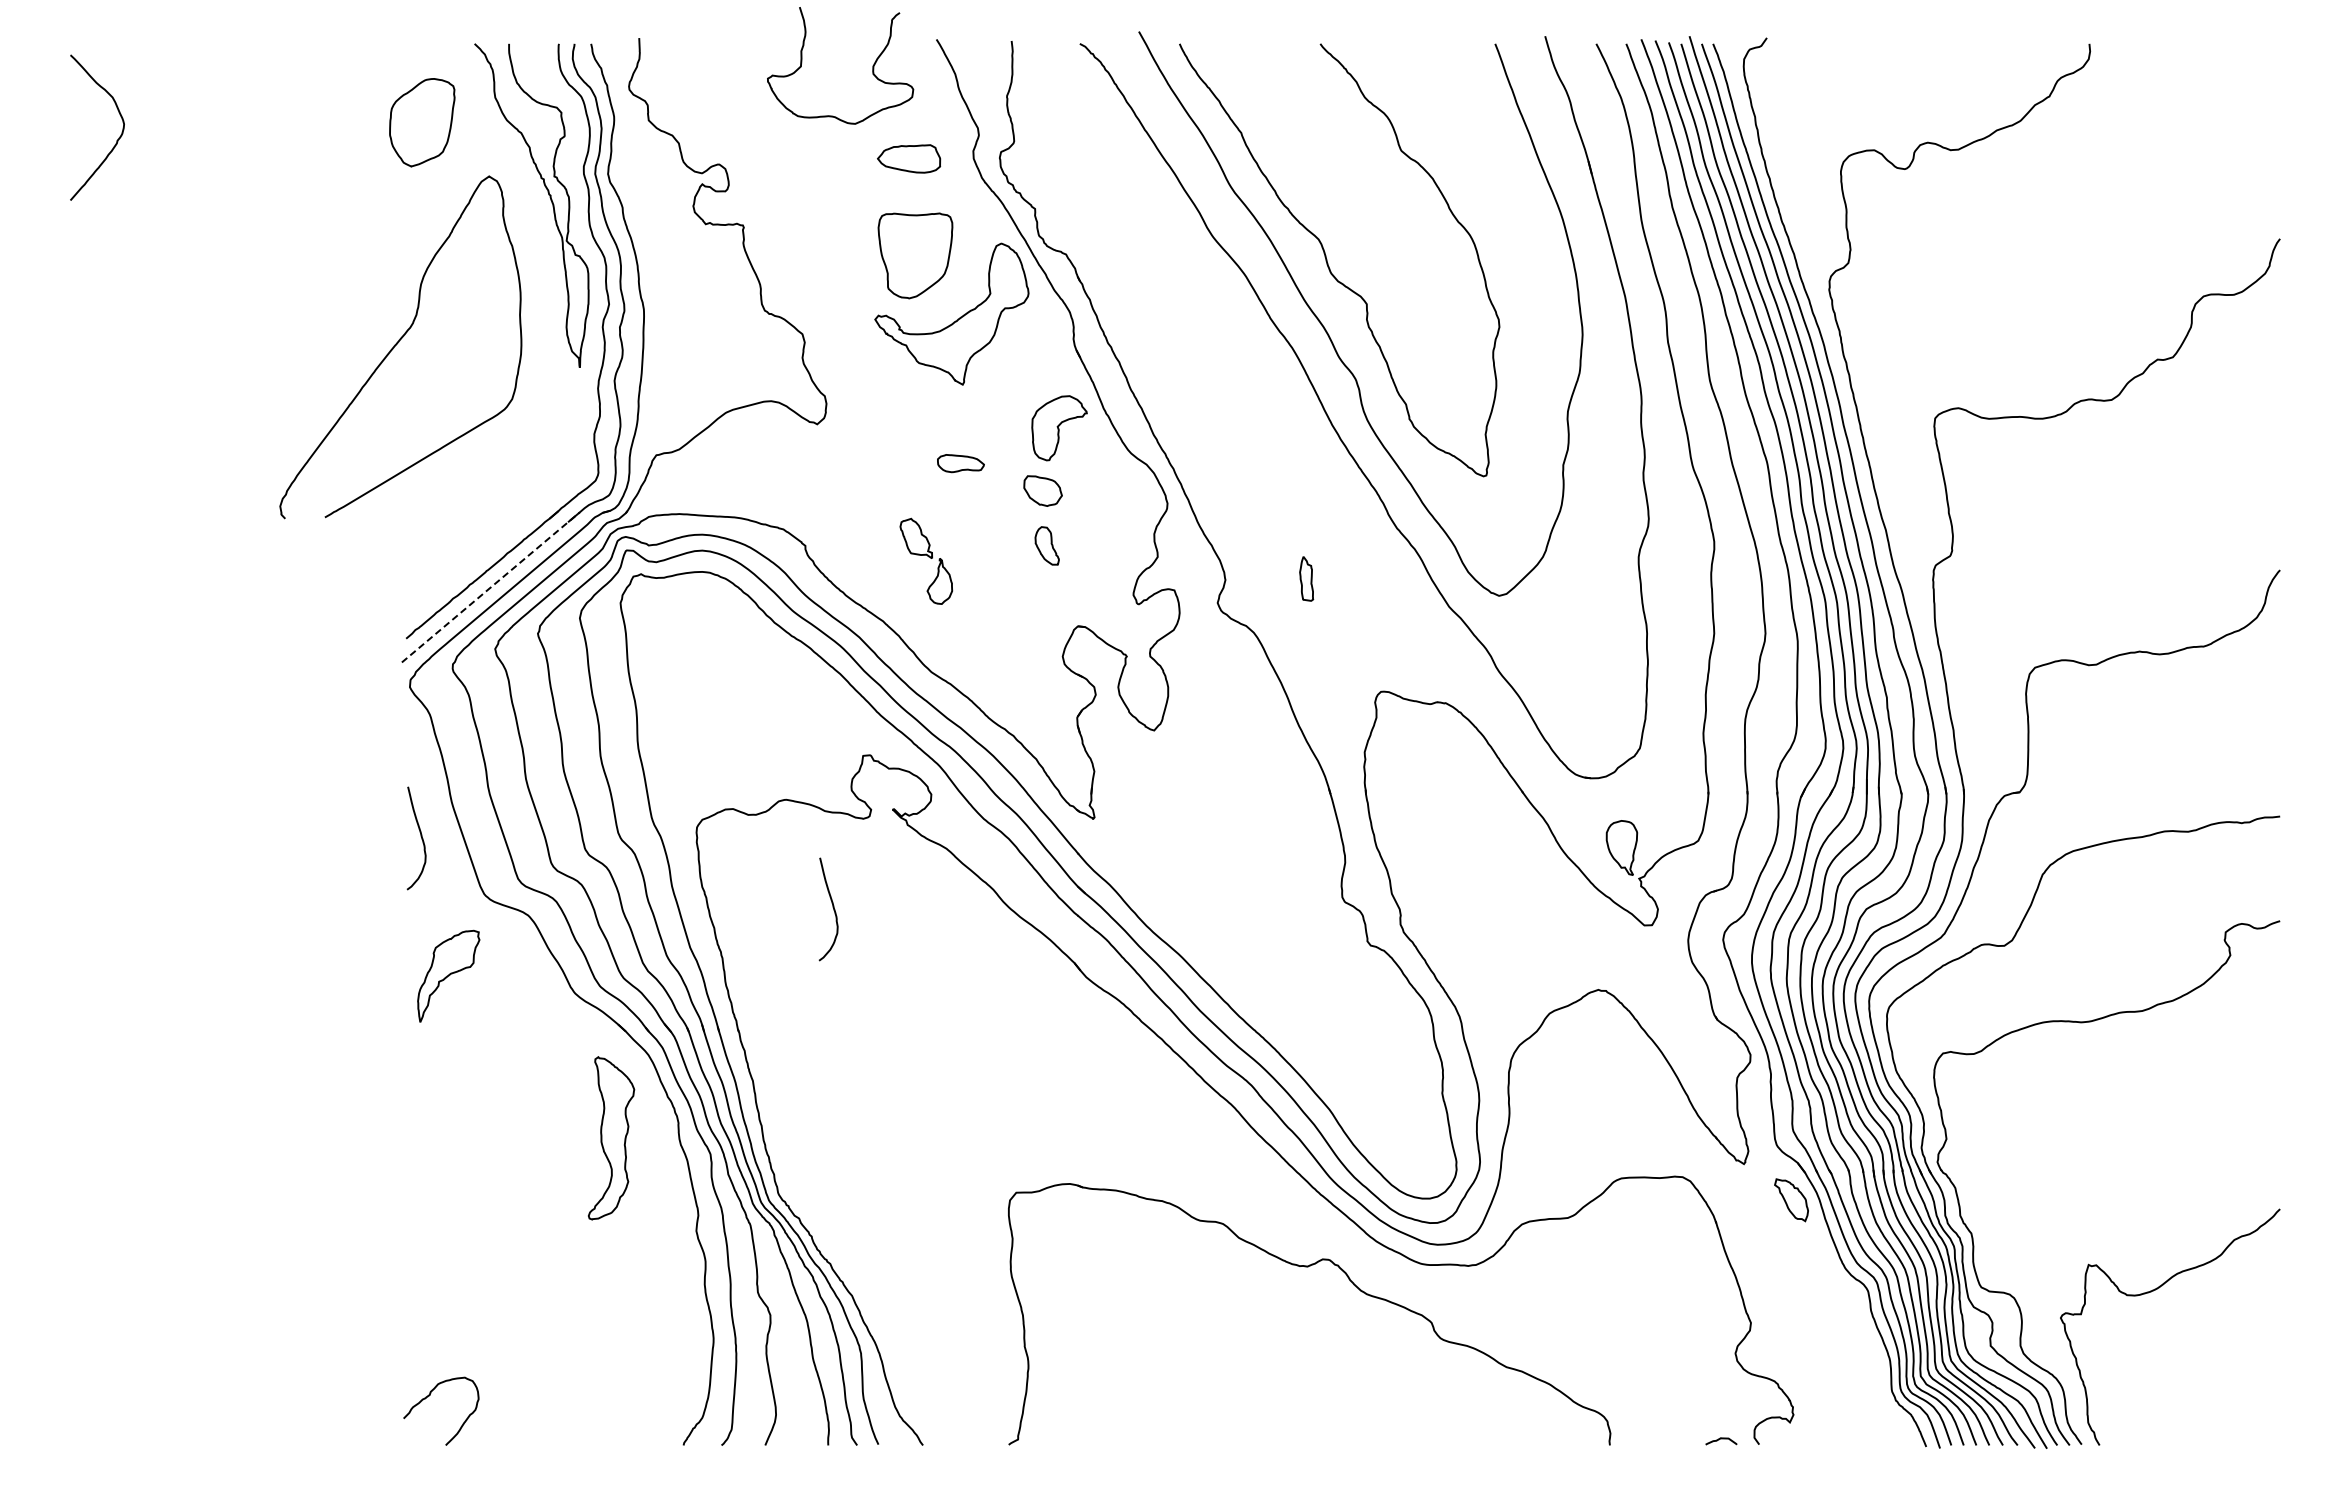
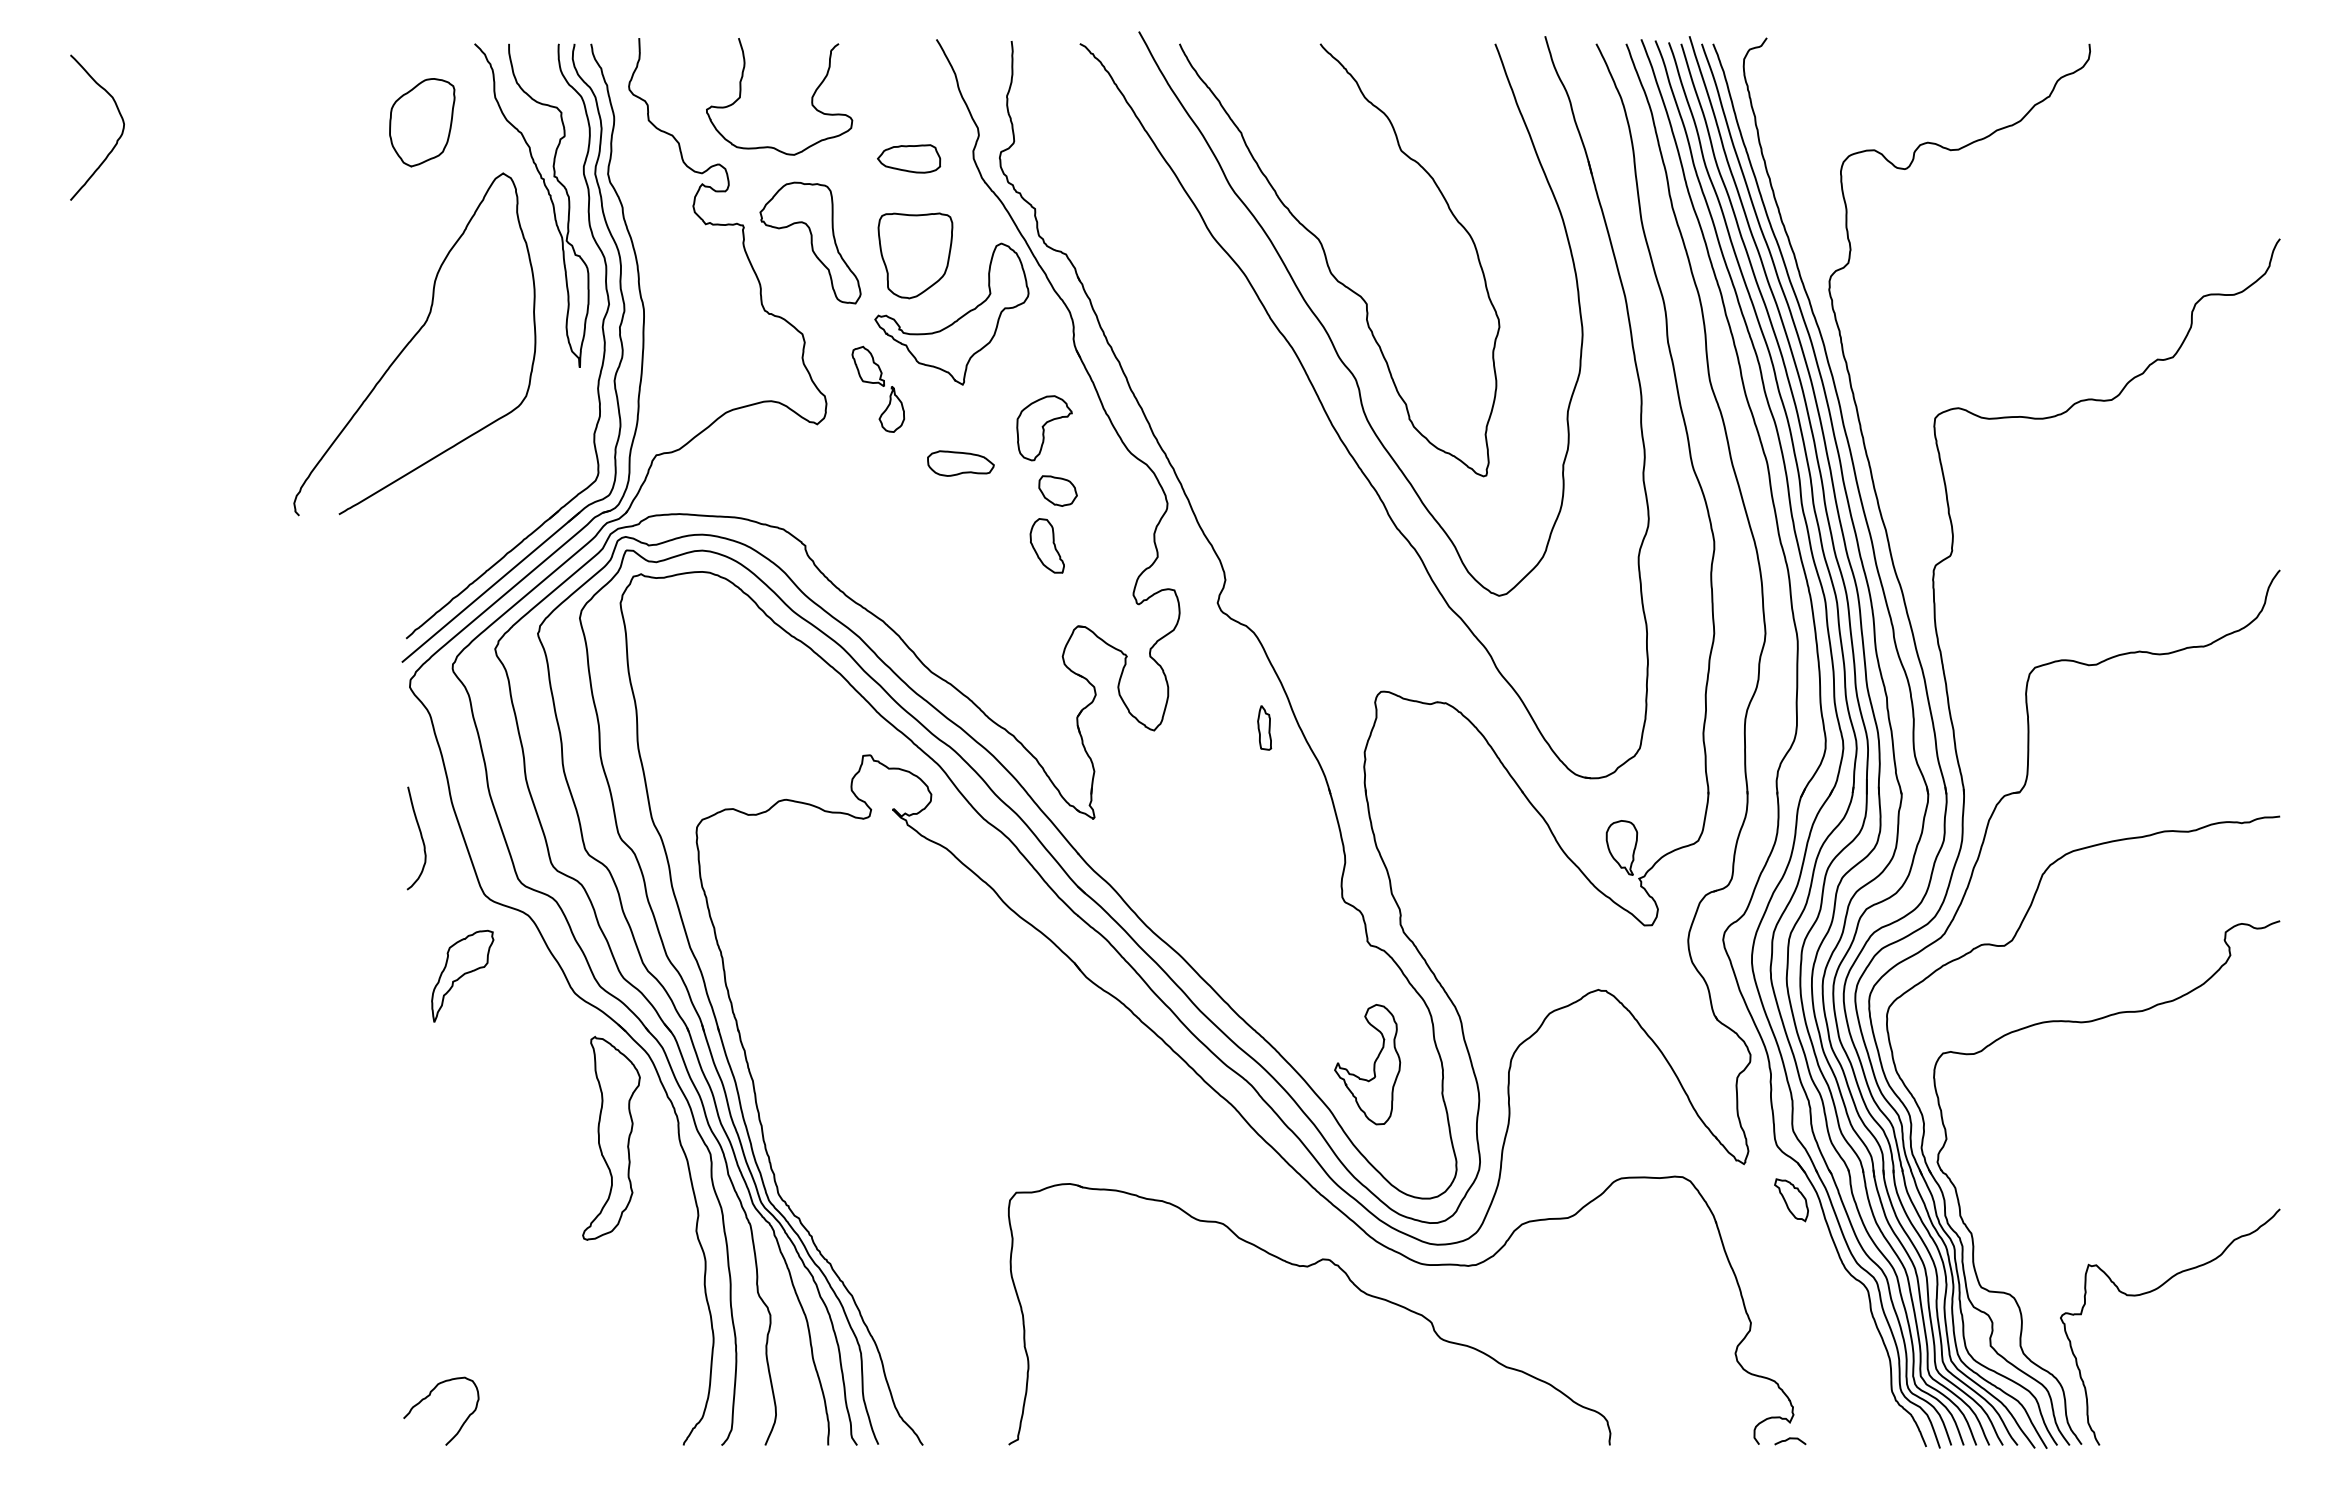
curve at (872, 65) position: (872, 65) -> (811, 96)
part at (810, 242): none -> present
curve at (397, 344) position: (397, 344) -> (411, 341)
part at (1059, 428) position: (1059, 428) -> (1044, 428)
part at (960, 463) size: 48x20 px -> 68x27 px
part at (1042, 490) position: (1042, 490) -> (1057, 490)
part at (1046, 545) size: 26x40 px -> 36x56 px
part at (926, 560) position: (926, 560) -> (878, 388)
part at (1306, 578) position: (1306, 578) -> (1264, 727)
line at (491, 586): dashed -> solid
curve at (832, 907): present -> none
part at (448, 975) position: (448, 975) -> (462, 975)
part at (1367, 1064): none -> present
part at (611, 1138) size: 48x165 px -> 59x206 px
curve at (1721, 1439) position: (1721, 1439) -> (1790, 1439)
